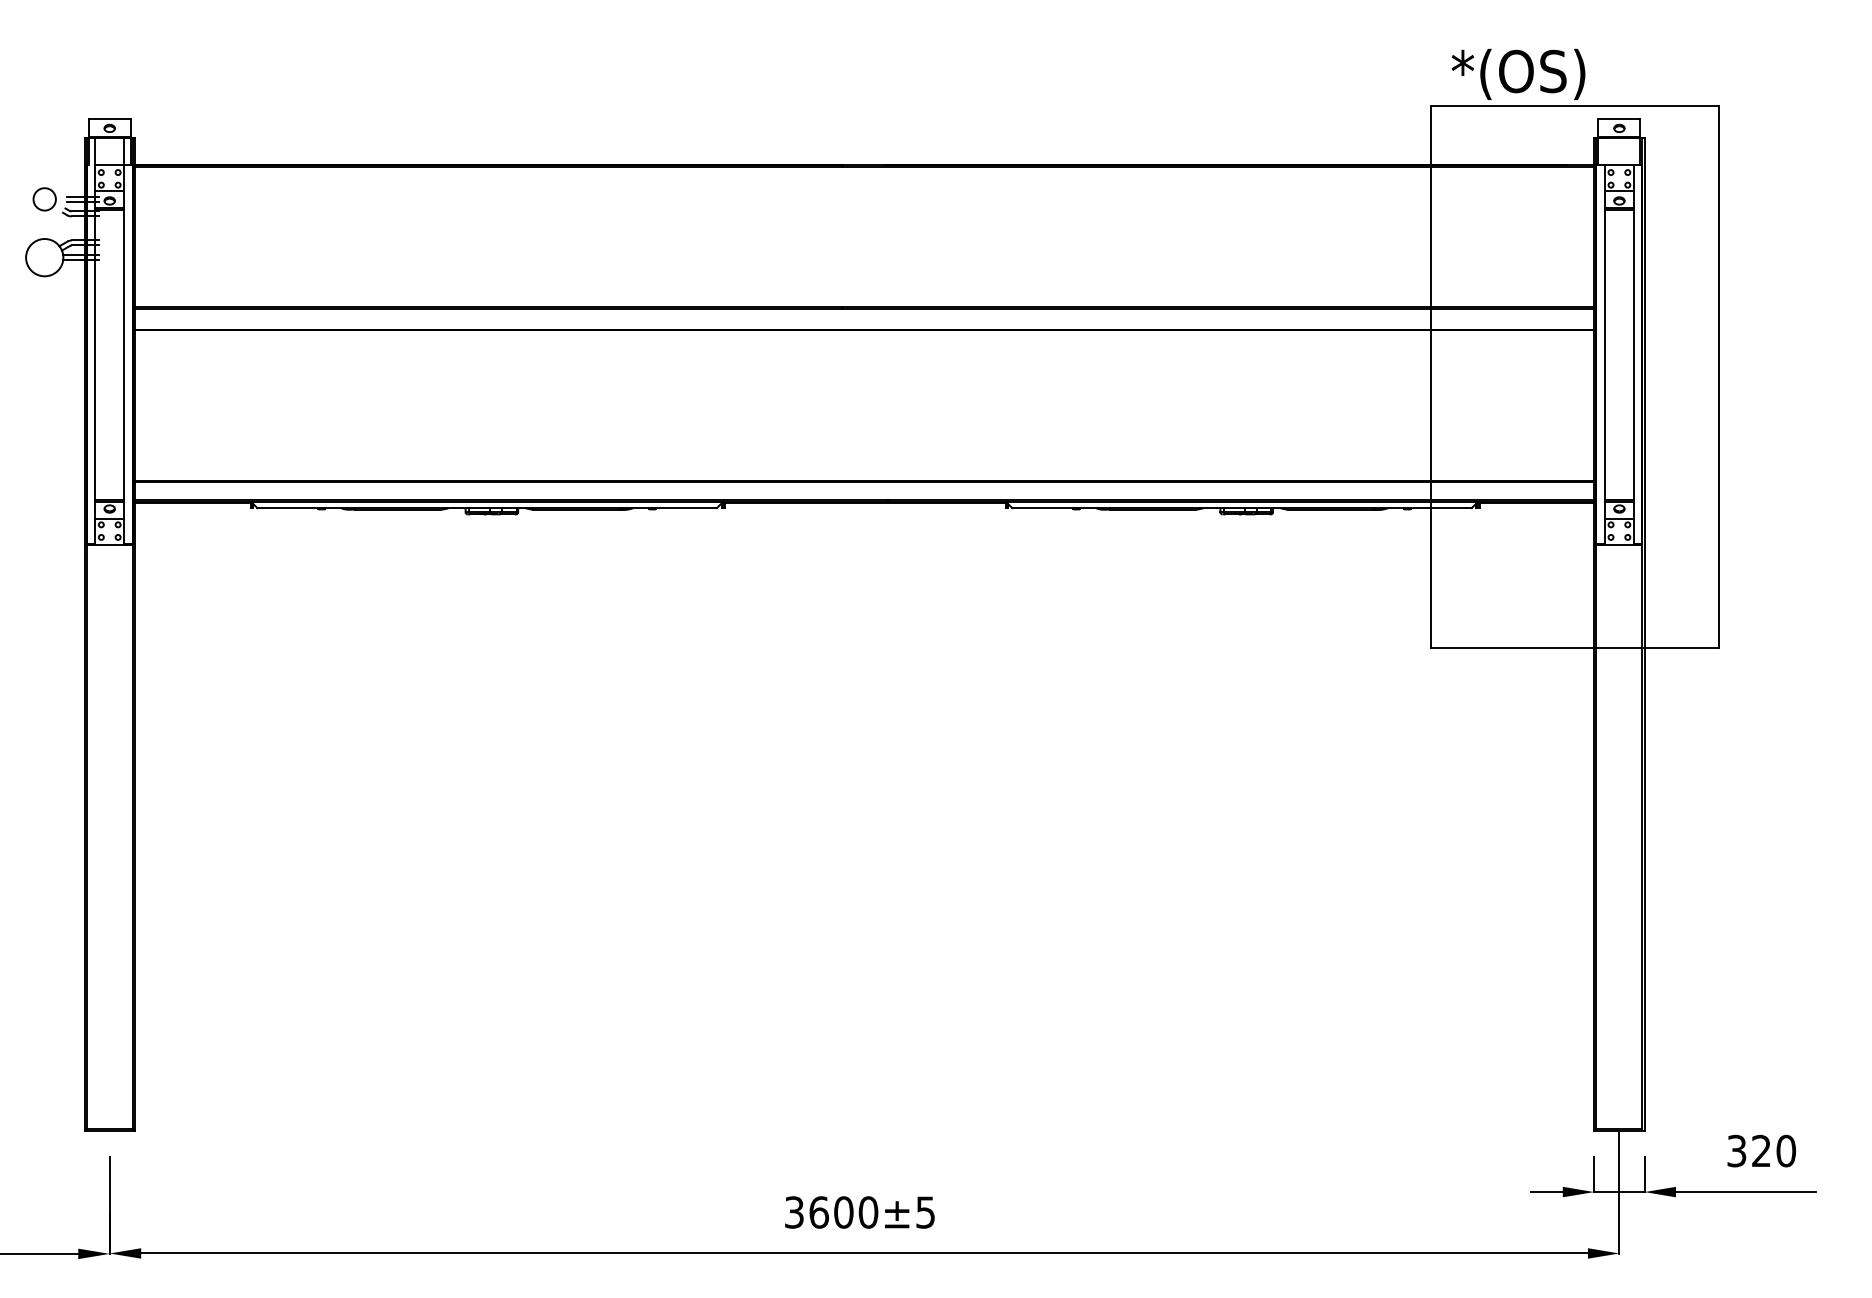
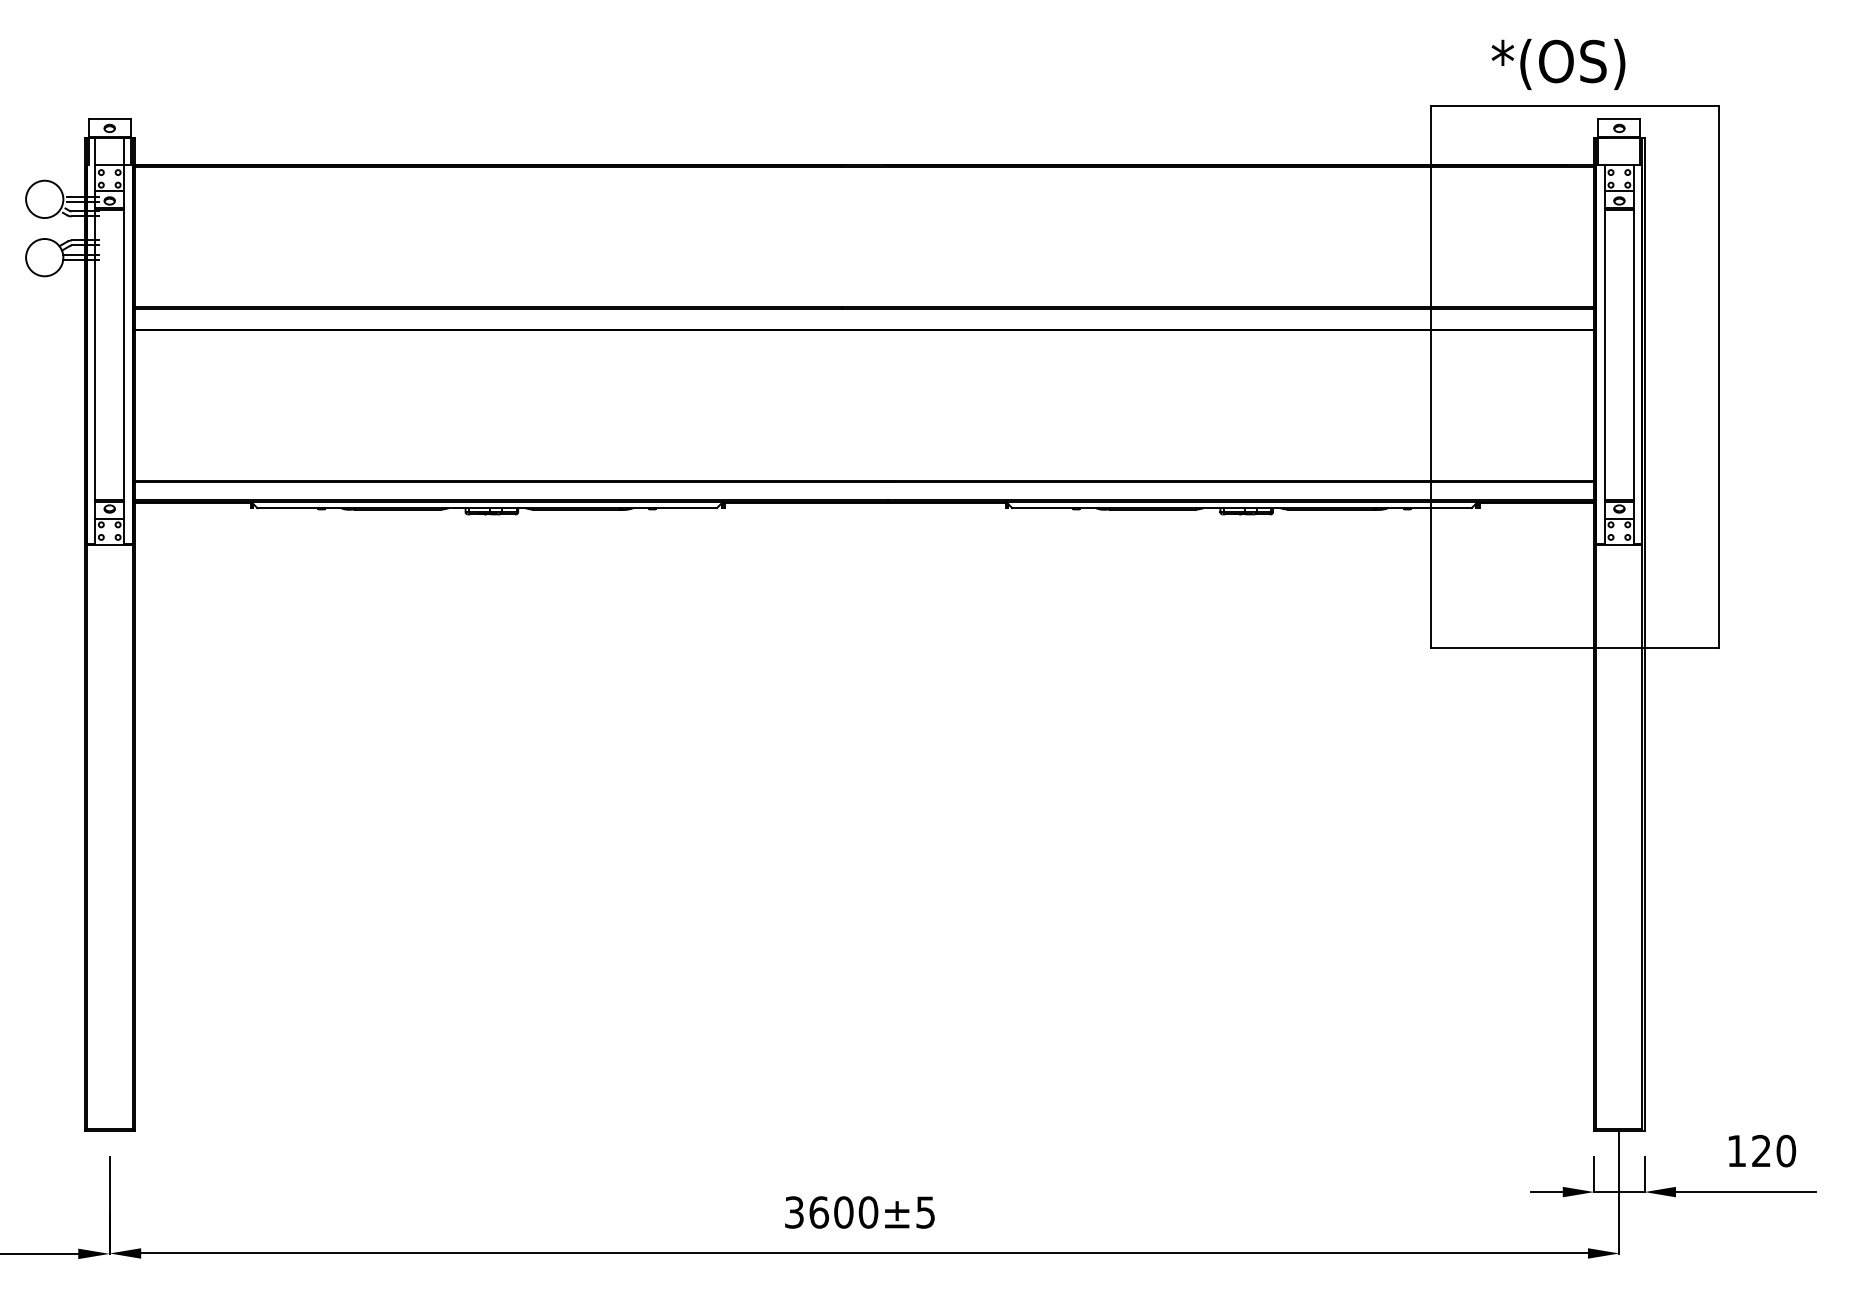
text at (1518, 73) position: (1518, 73) -> (1558, 63)
circle at (44, 199) diameter: 22 px -> 37 px
text at (1736, 1150): 320 -> 120
